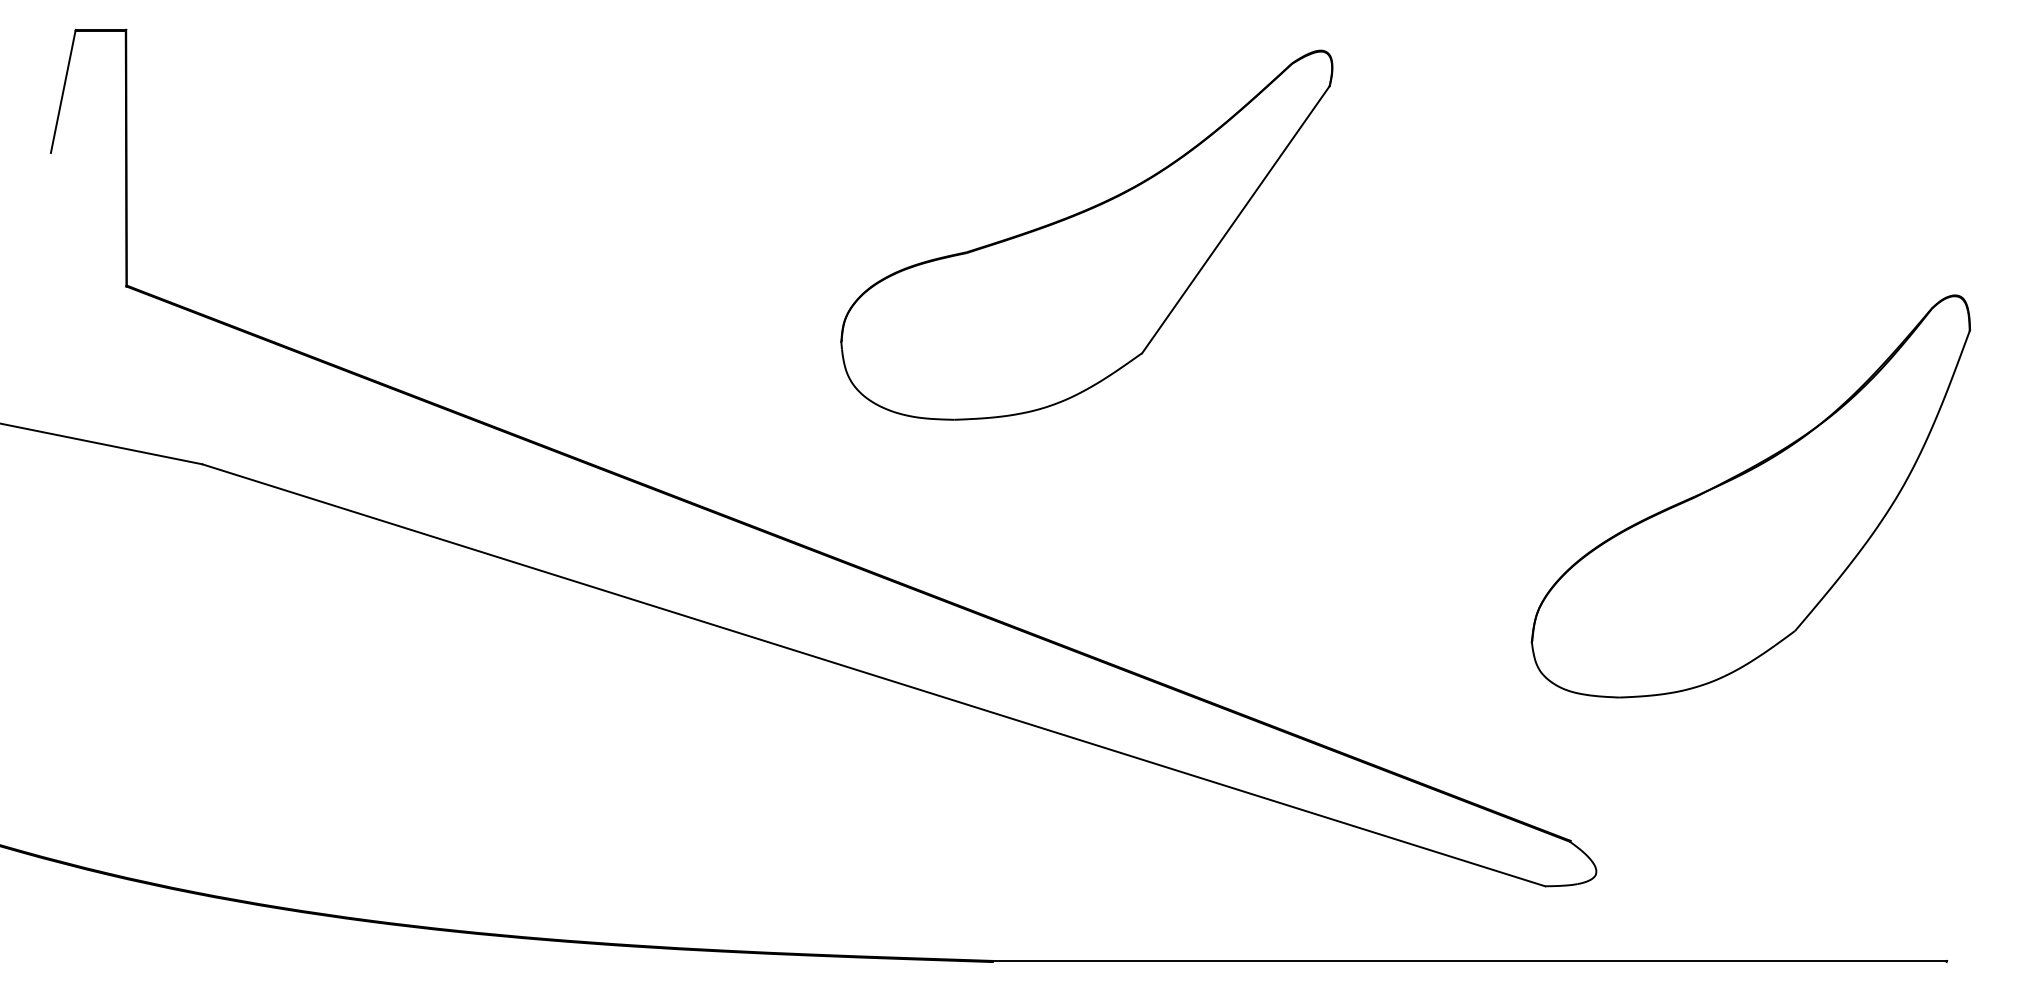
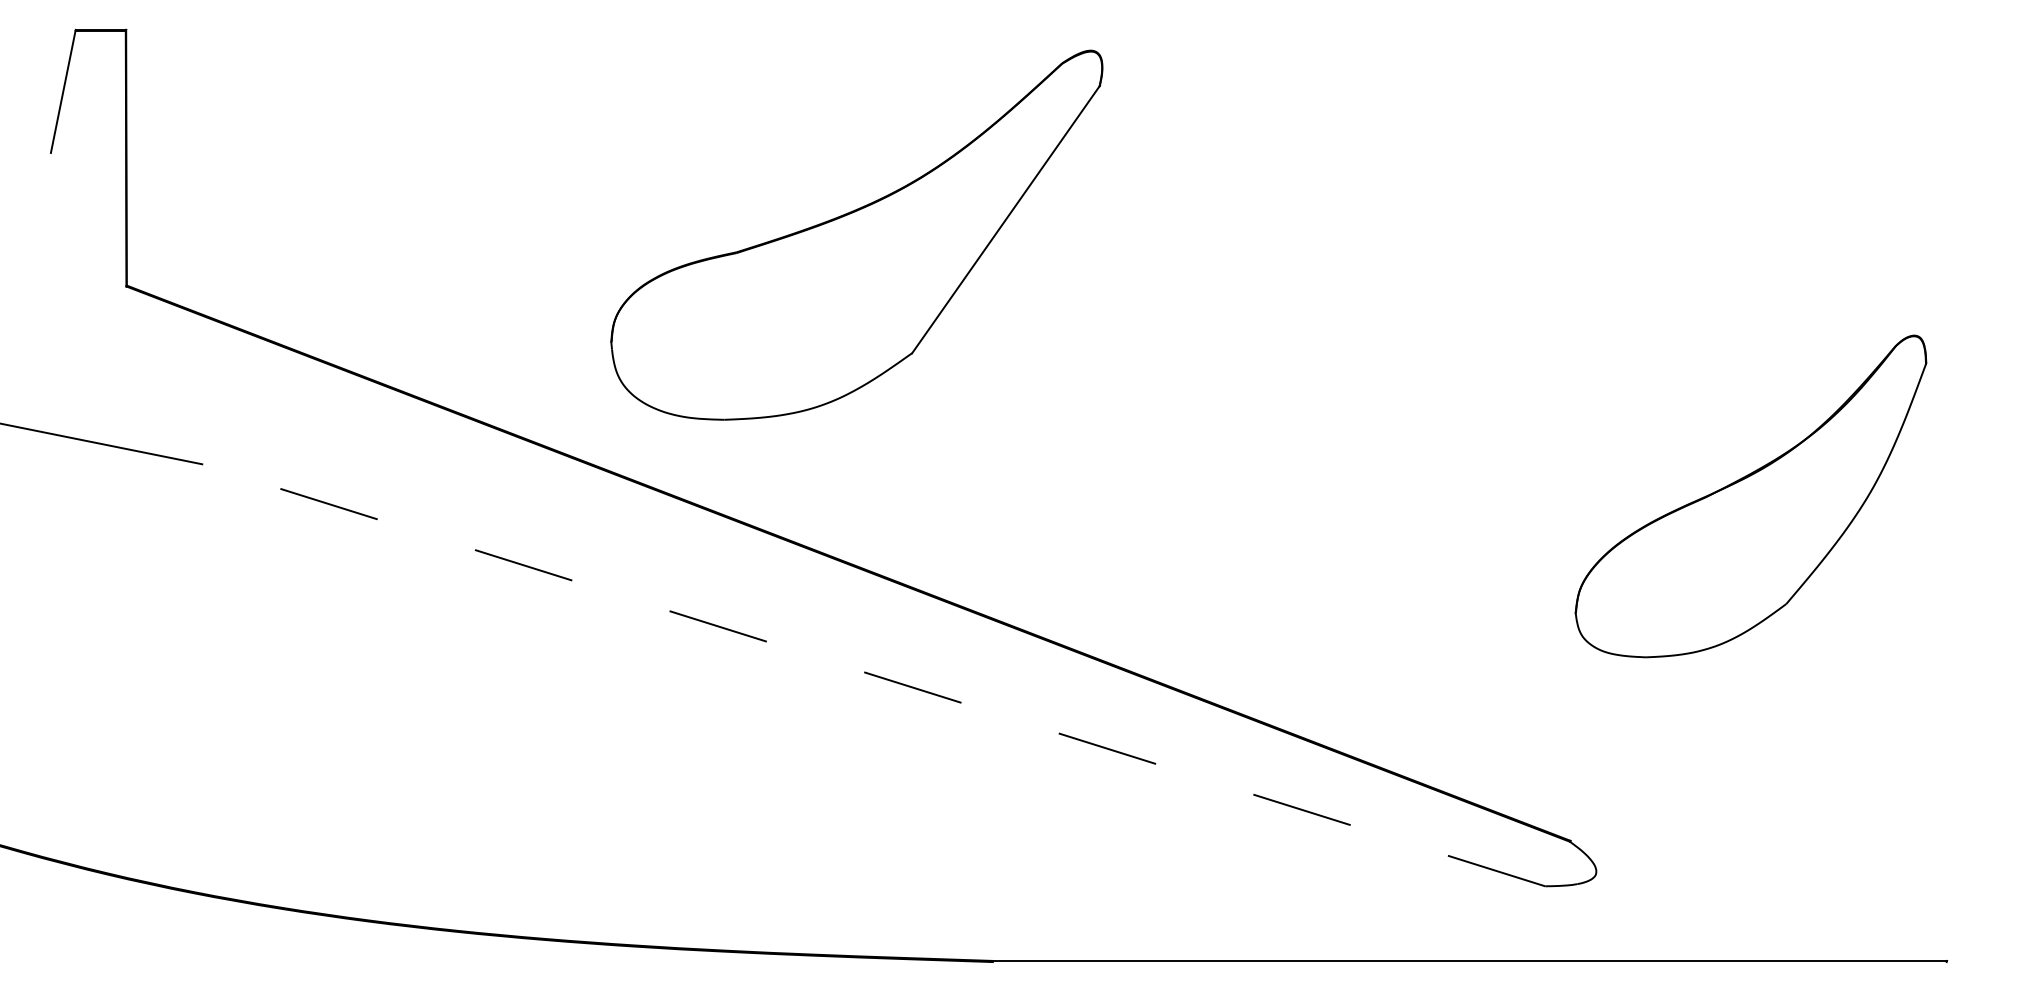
part at (1086, 234) position: (1086, 234) -> (856, 234)
part at (1750, 496) size: 442x405 px -> 354x325 px
line at (873, 675): solid -> dashed
